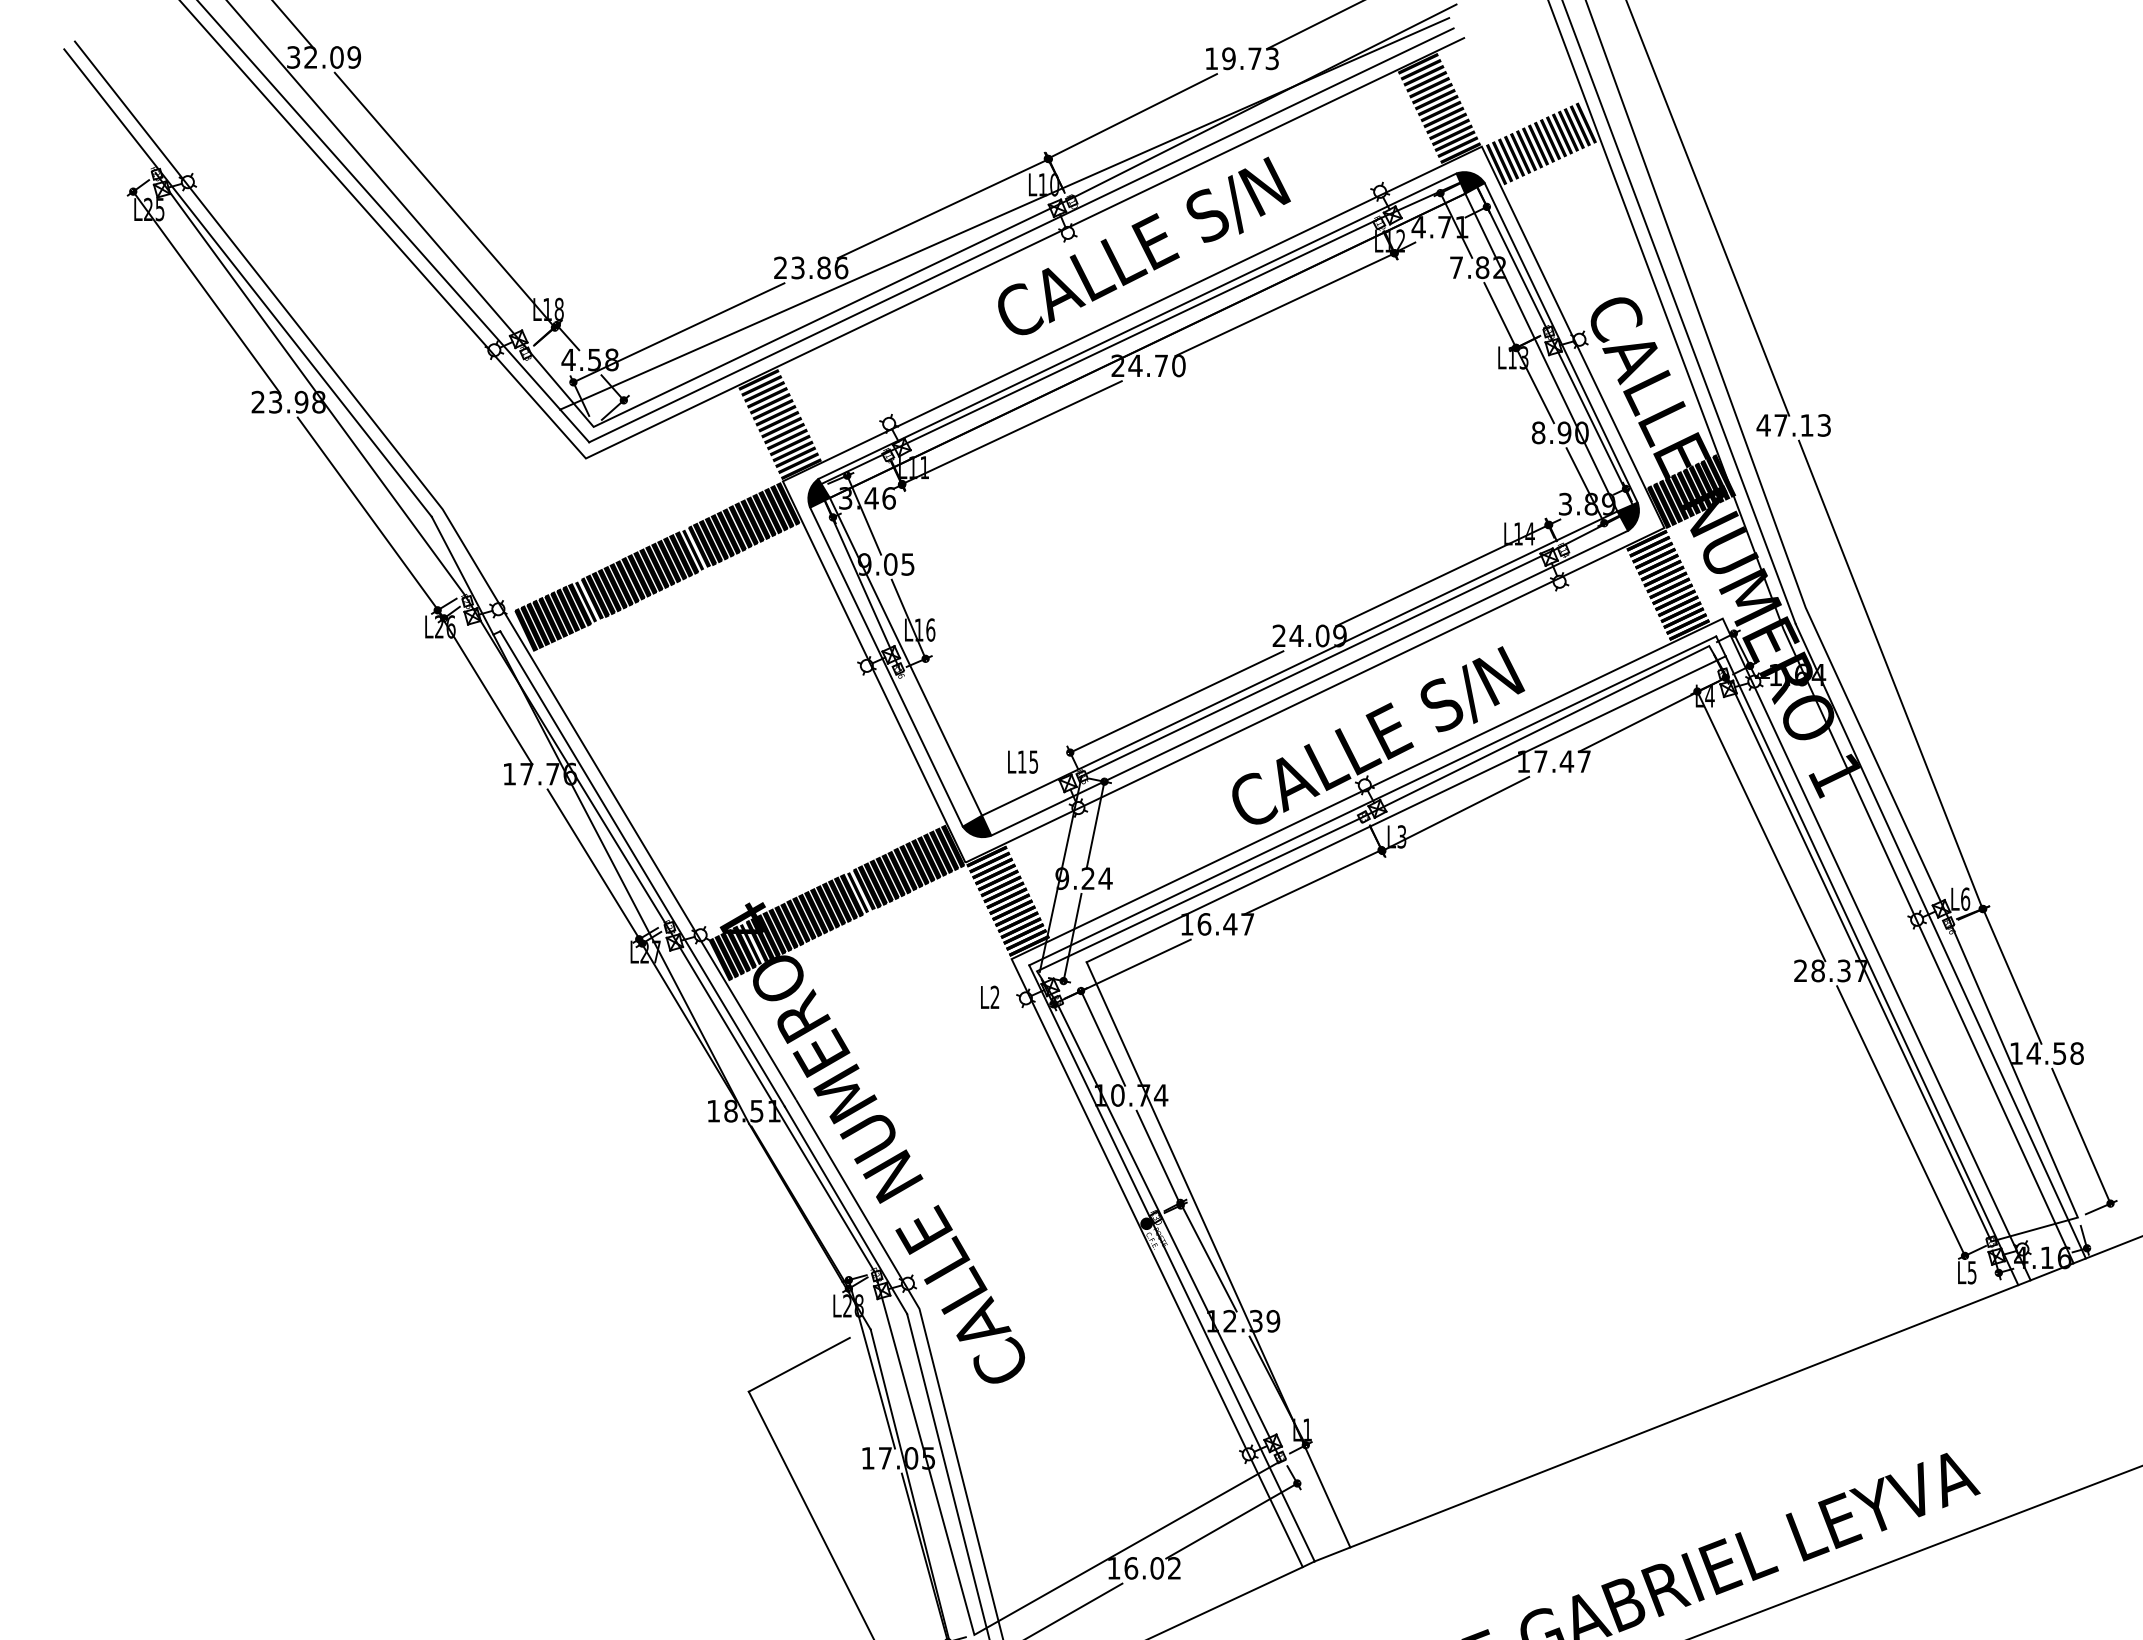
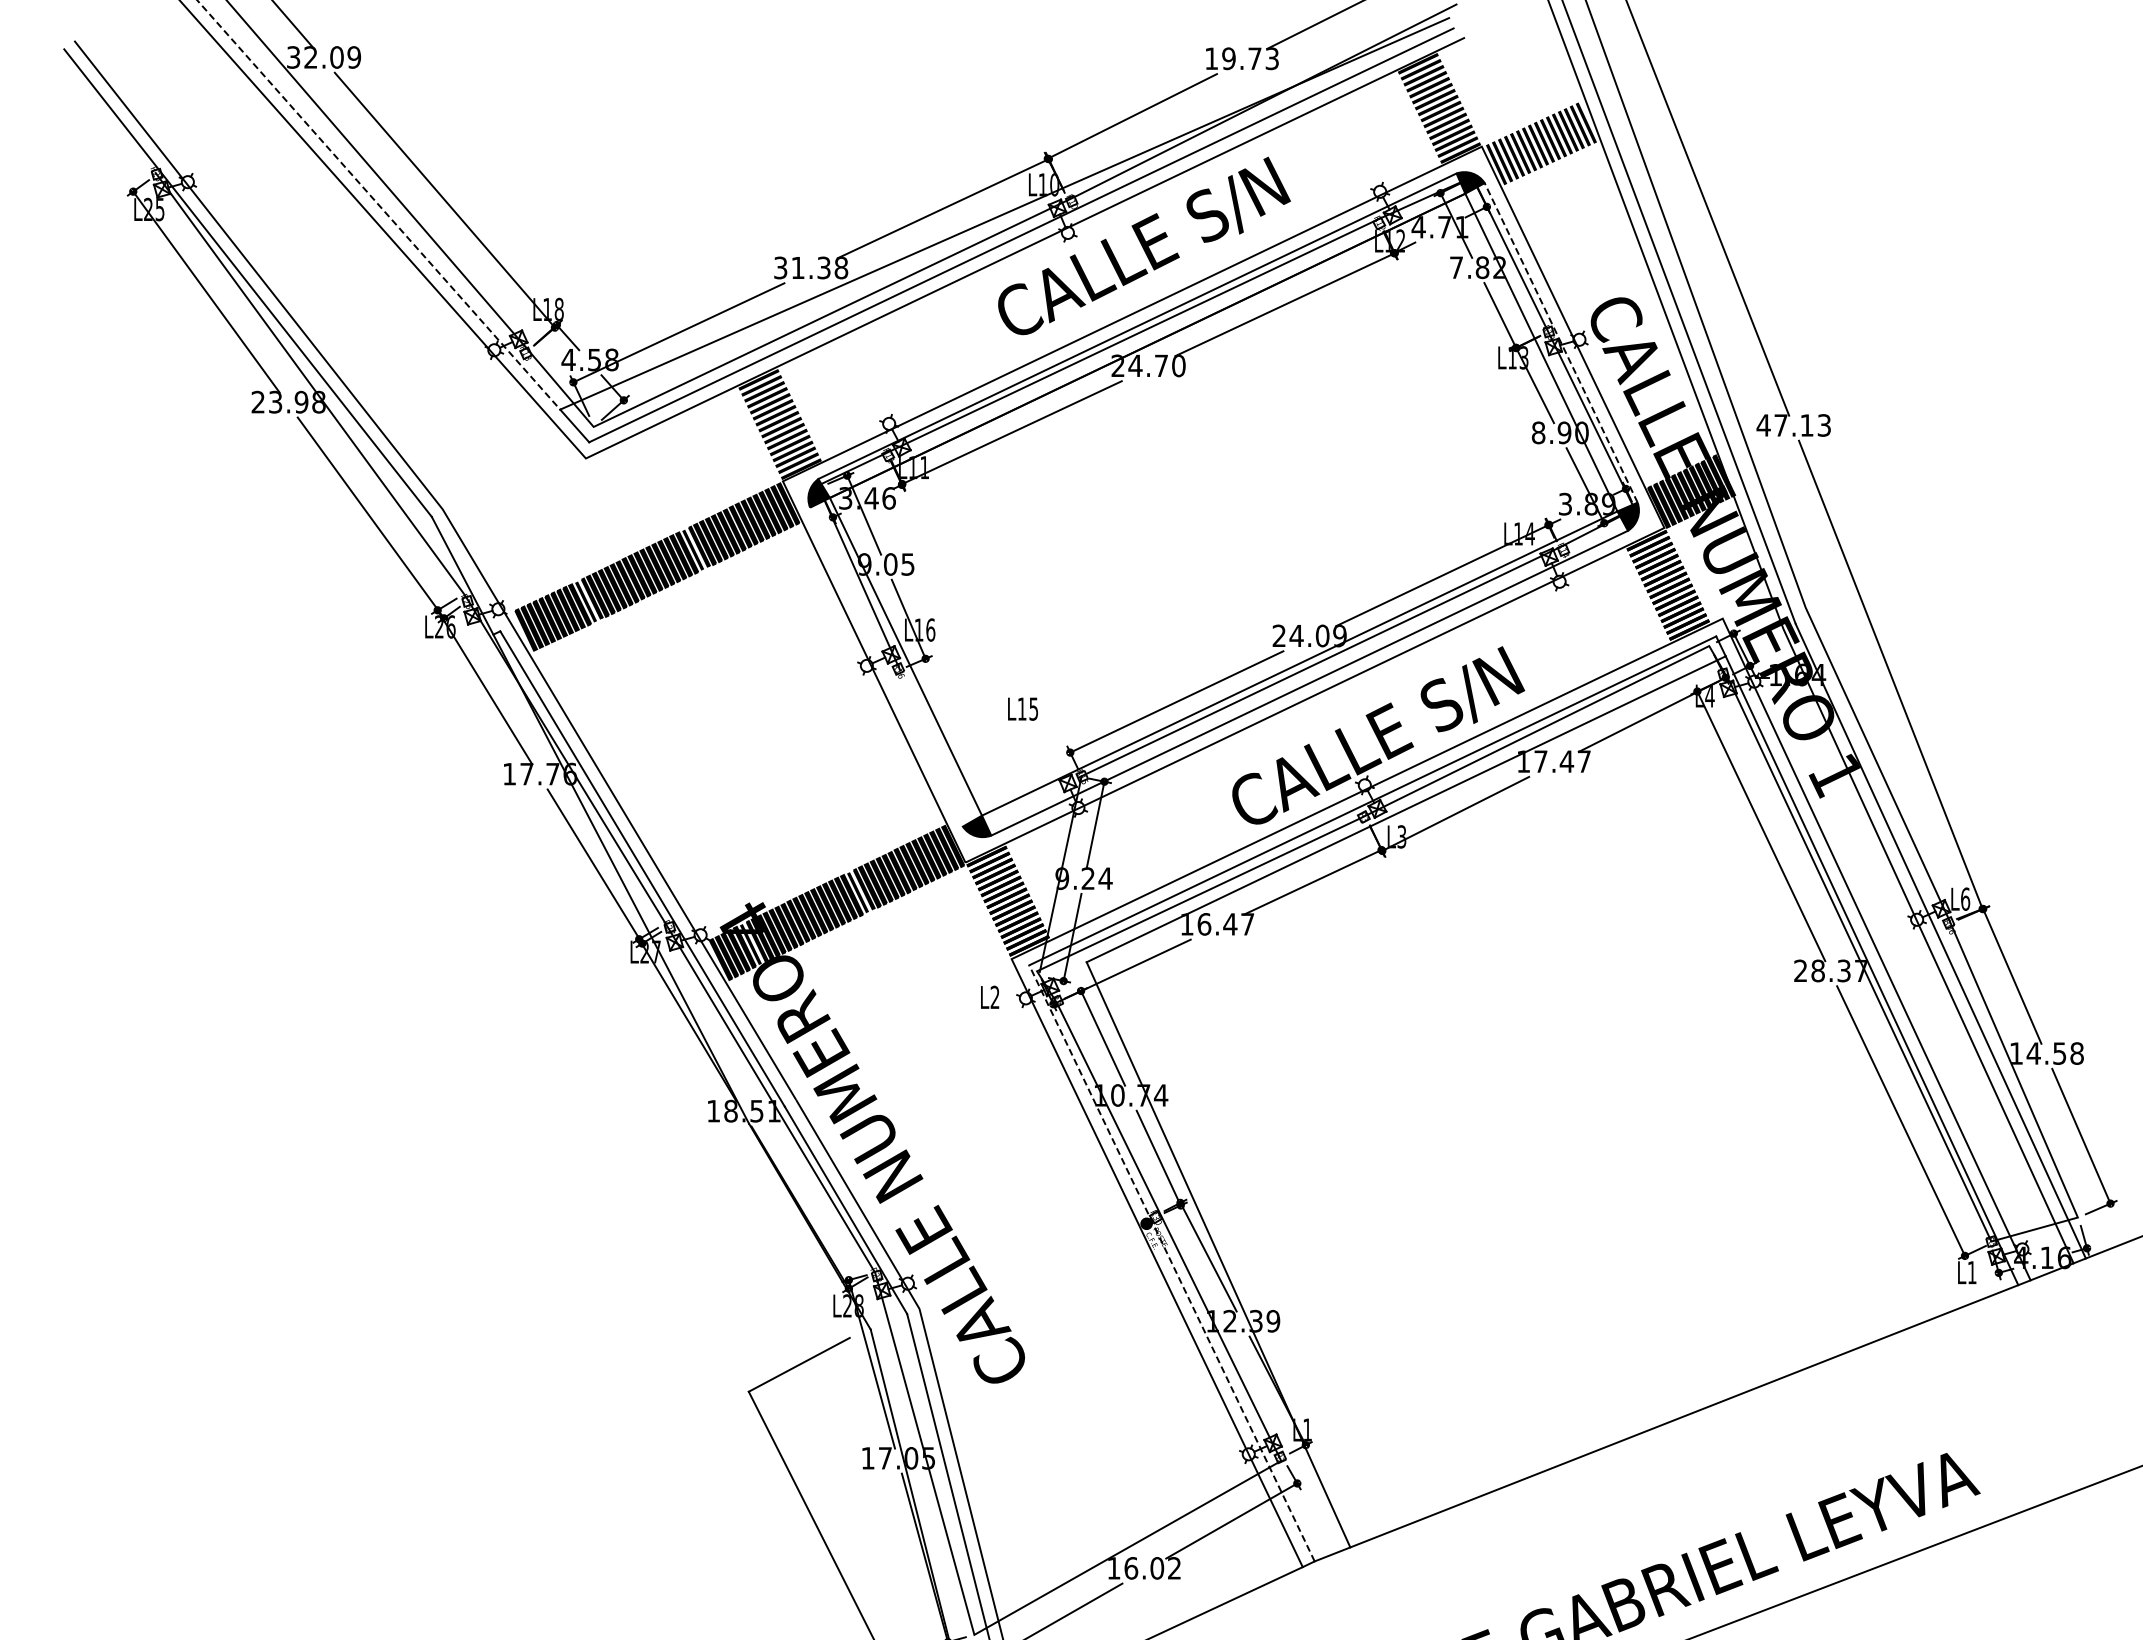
line at (379, 205): solid -> dashed
text at (811, 267): 23.86 -> 31.38
line at (1560, 342): solid -> dashed
line at (886, 666): present -> none
text at (1022, 761) position: (1022, 761) -> (1022, 708)
line at (1171, 1262): solid -> dashed
text at (1971, 1272): L5 -> L1
